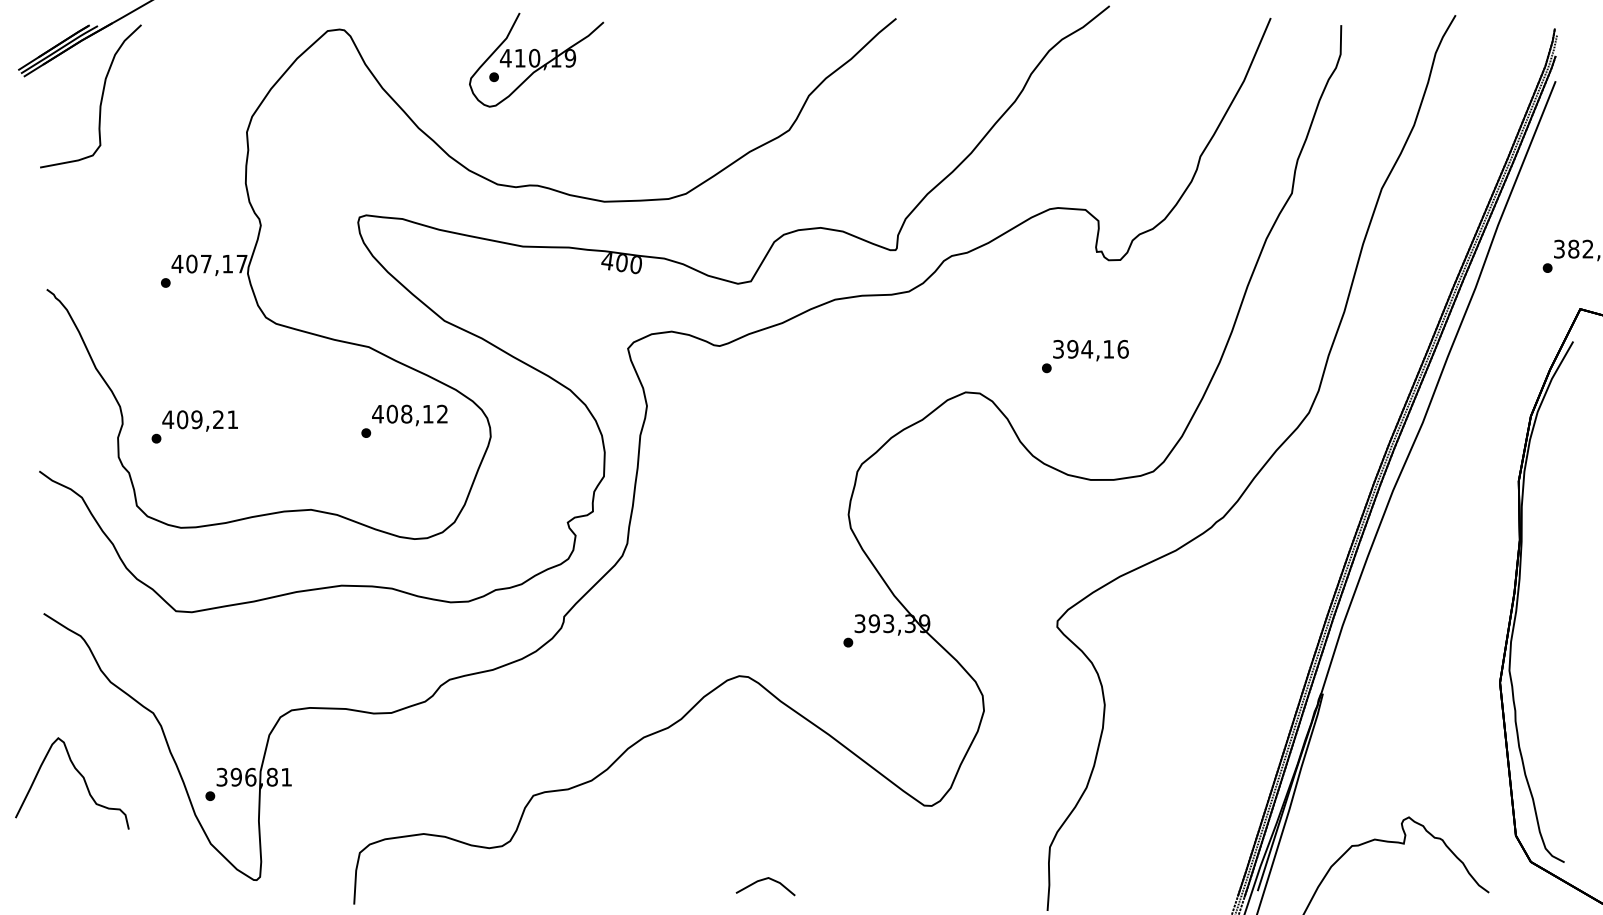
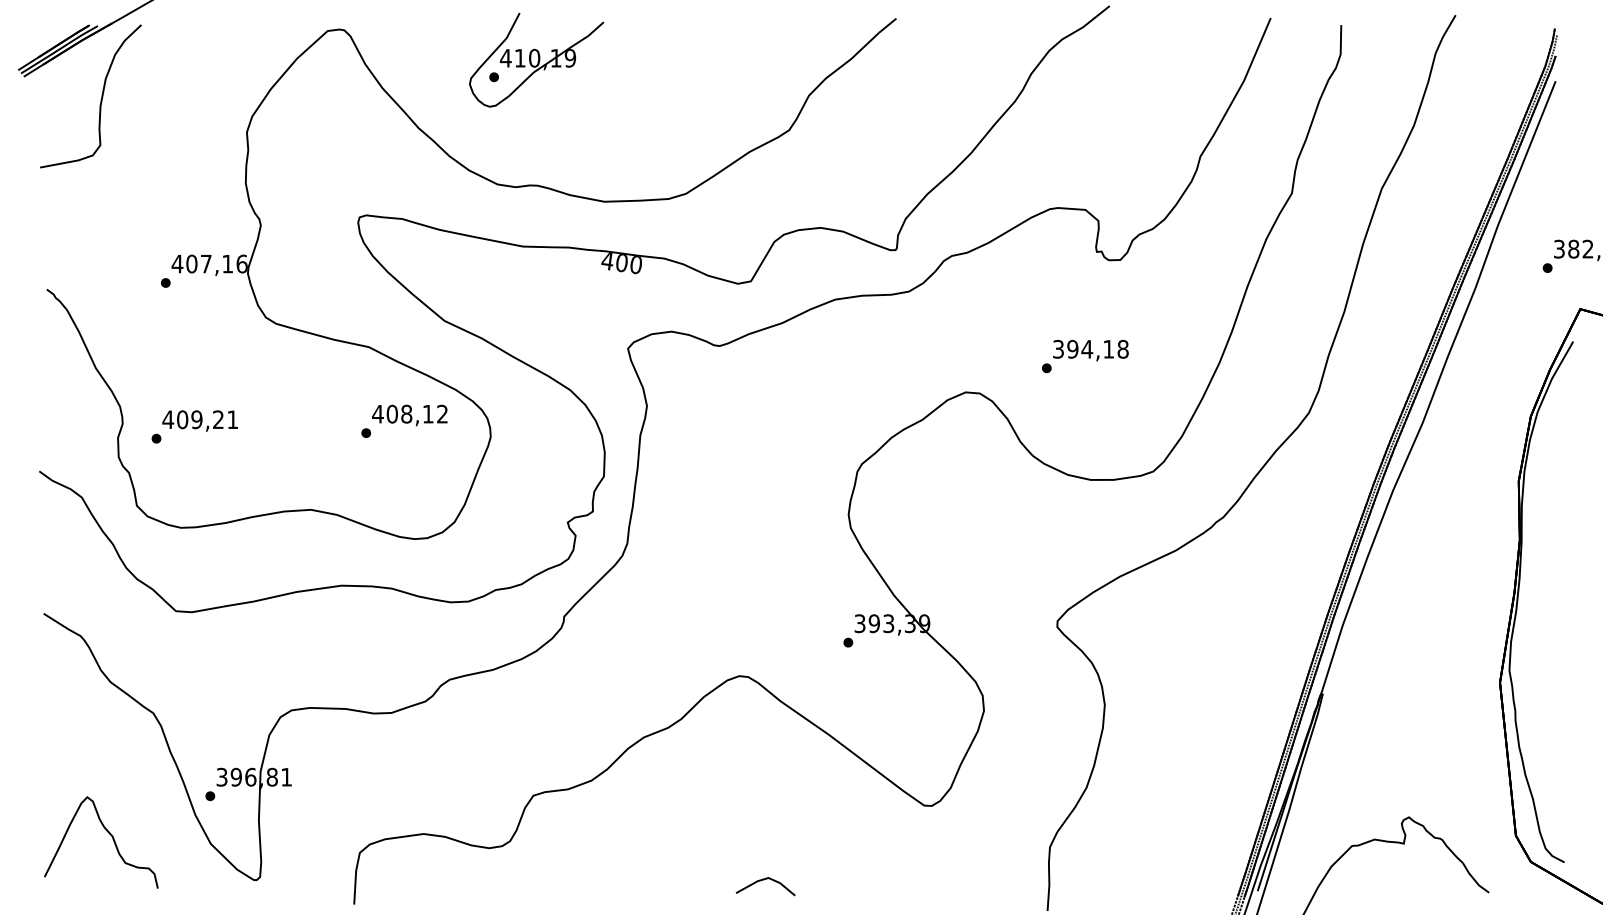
text at (241, 263): 407,17 -> 407,16
text at (1122, 349): 394,16 -> 394,18
curve at (80, 775) position: (80, 775) -> (109, 834)
